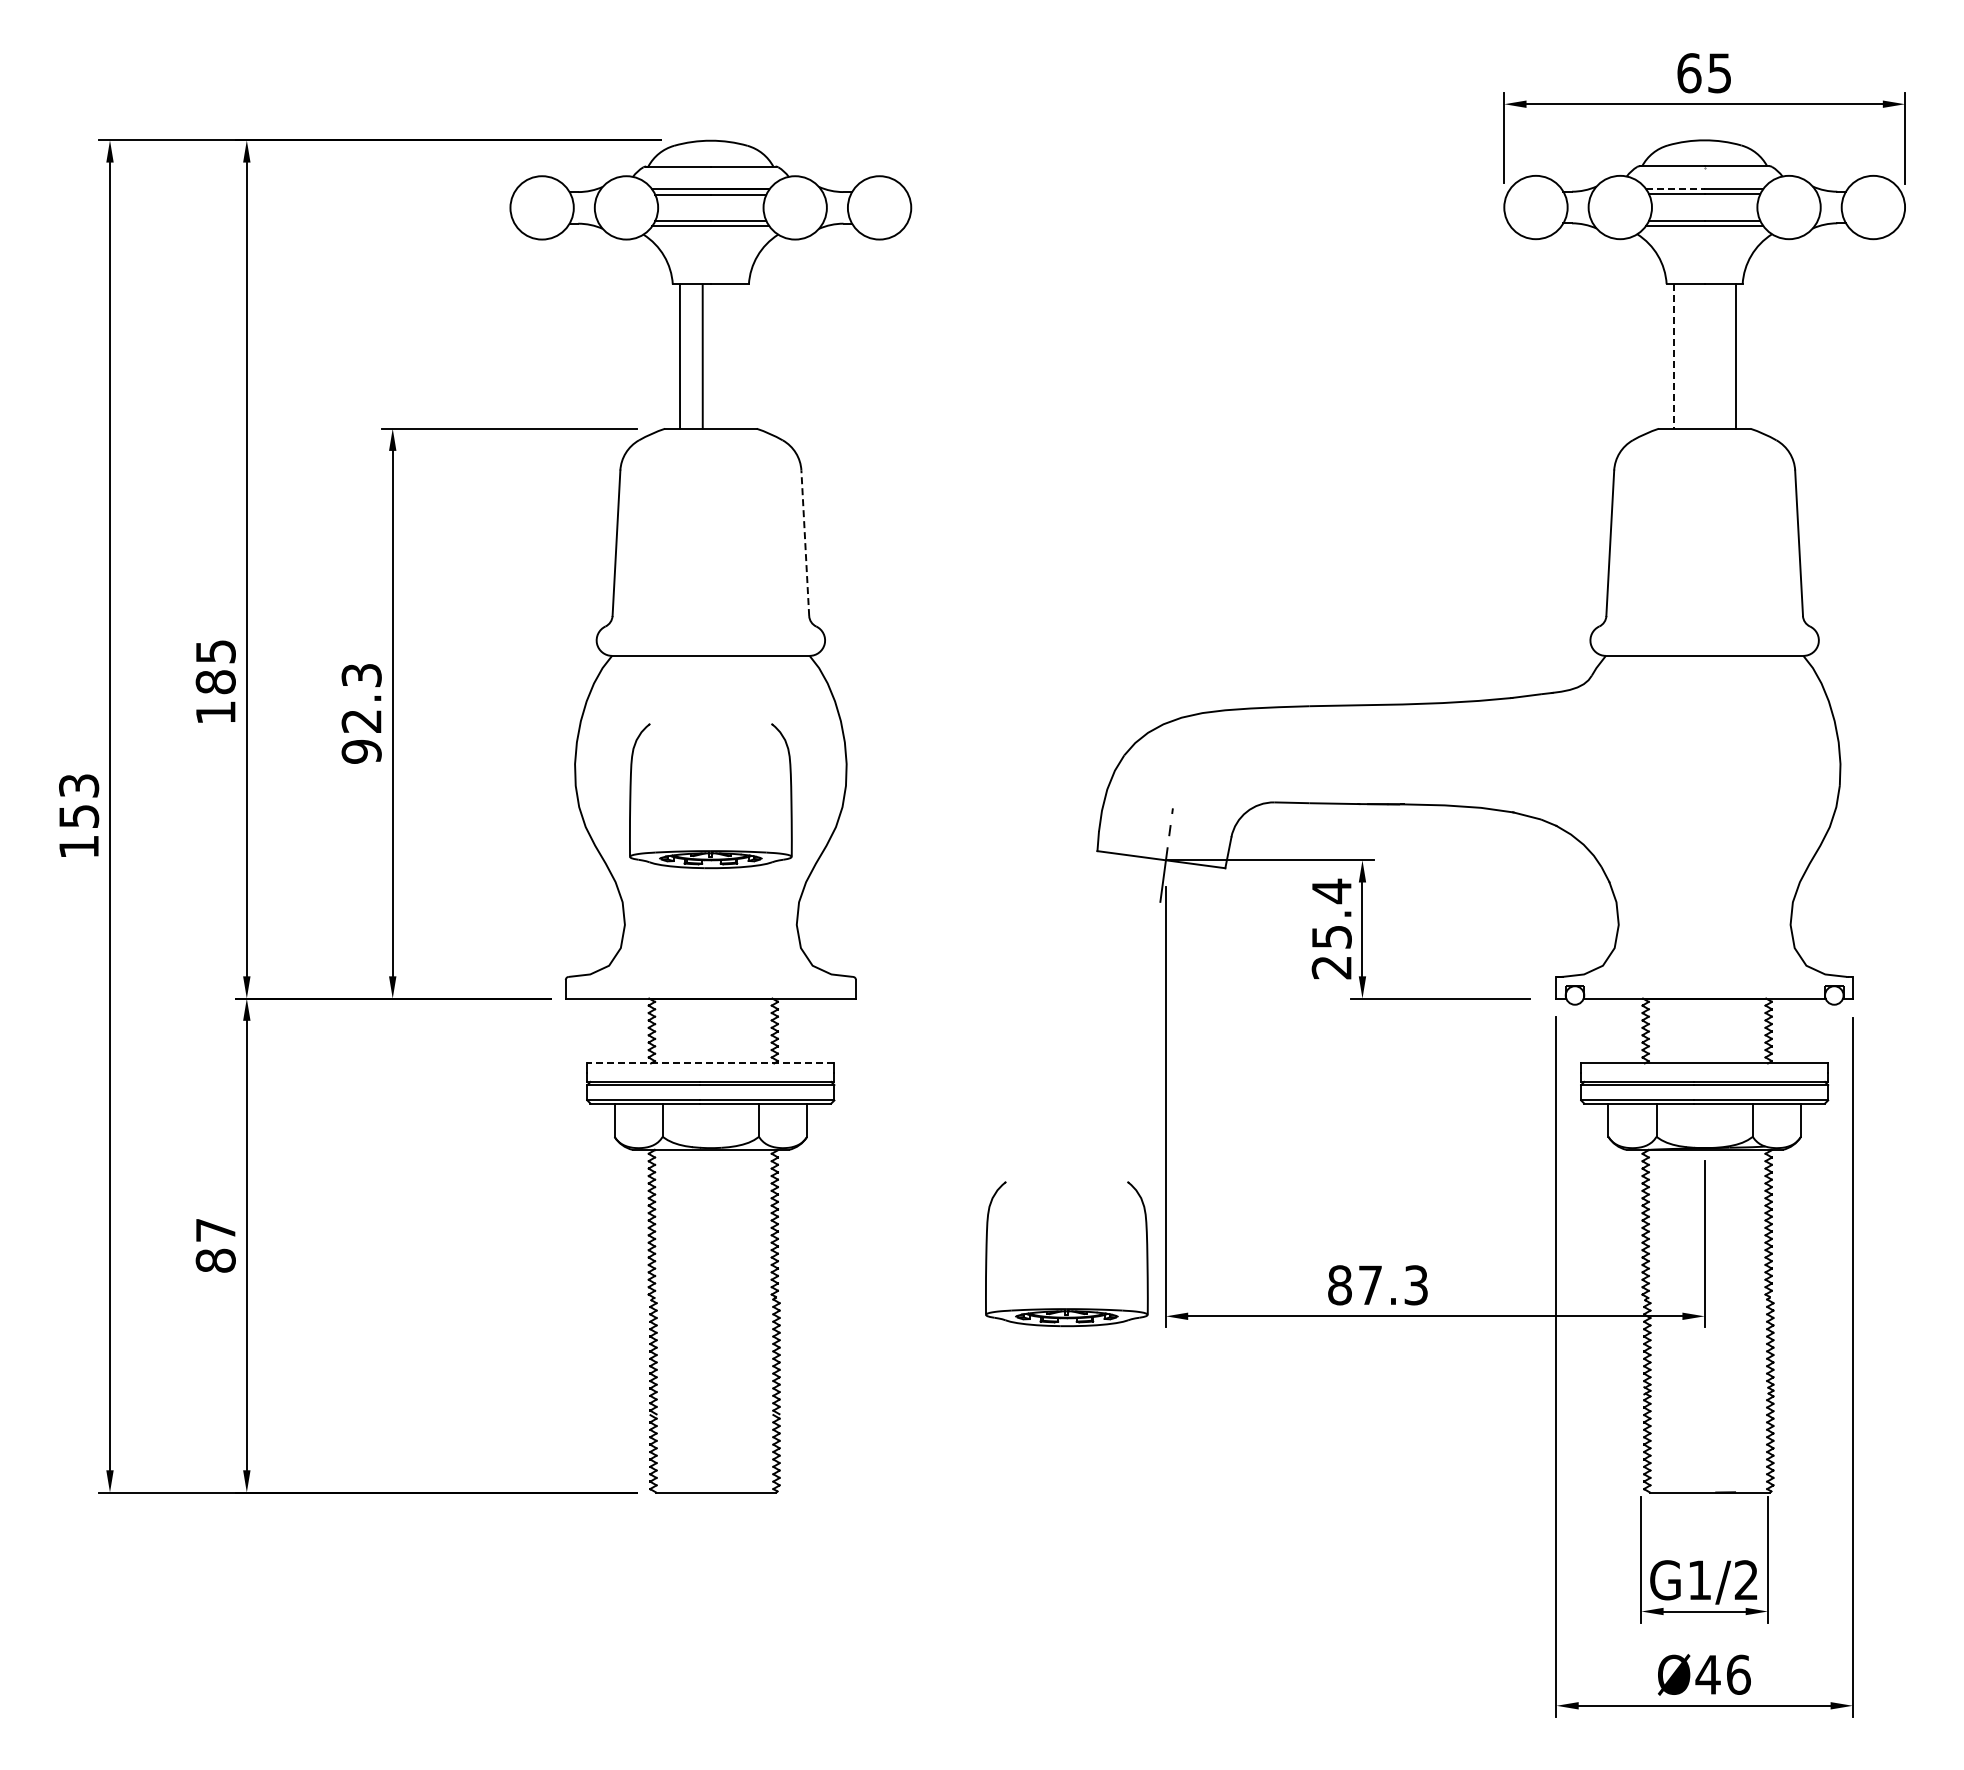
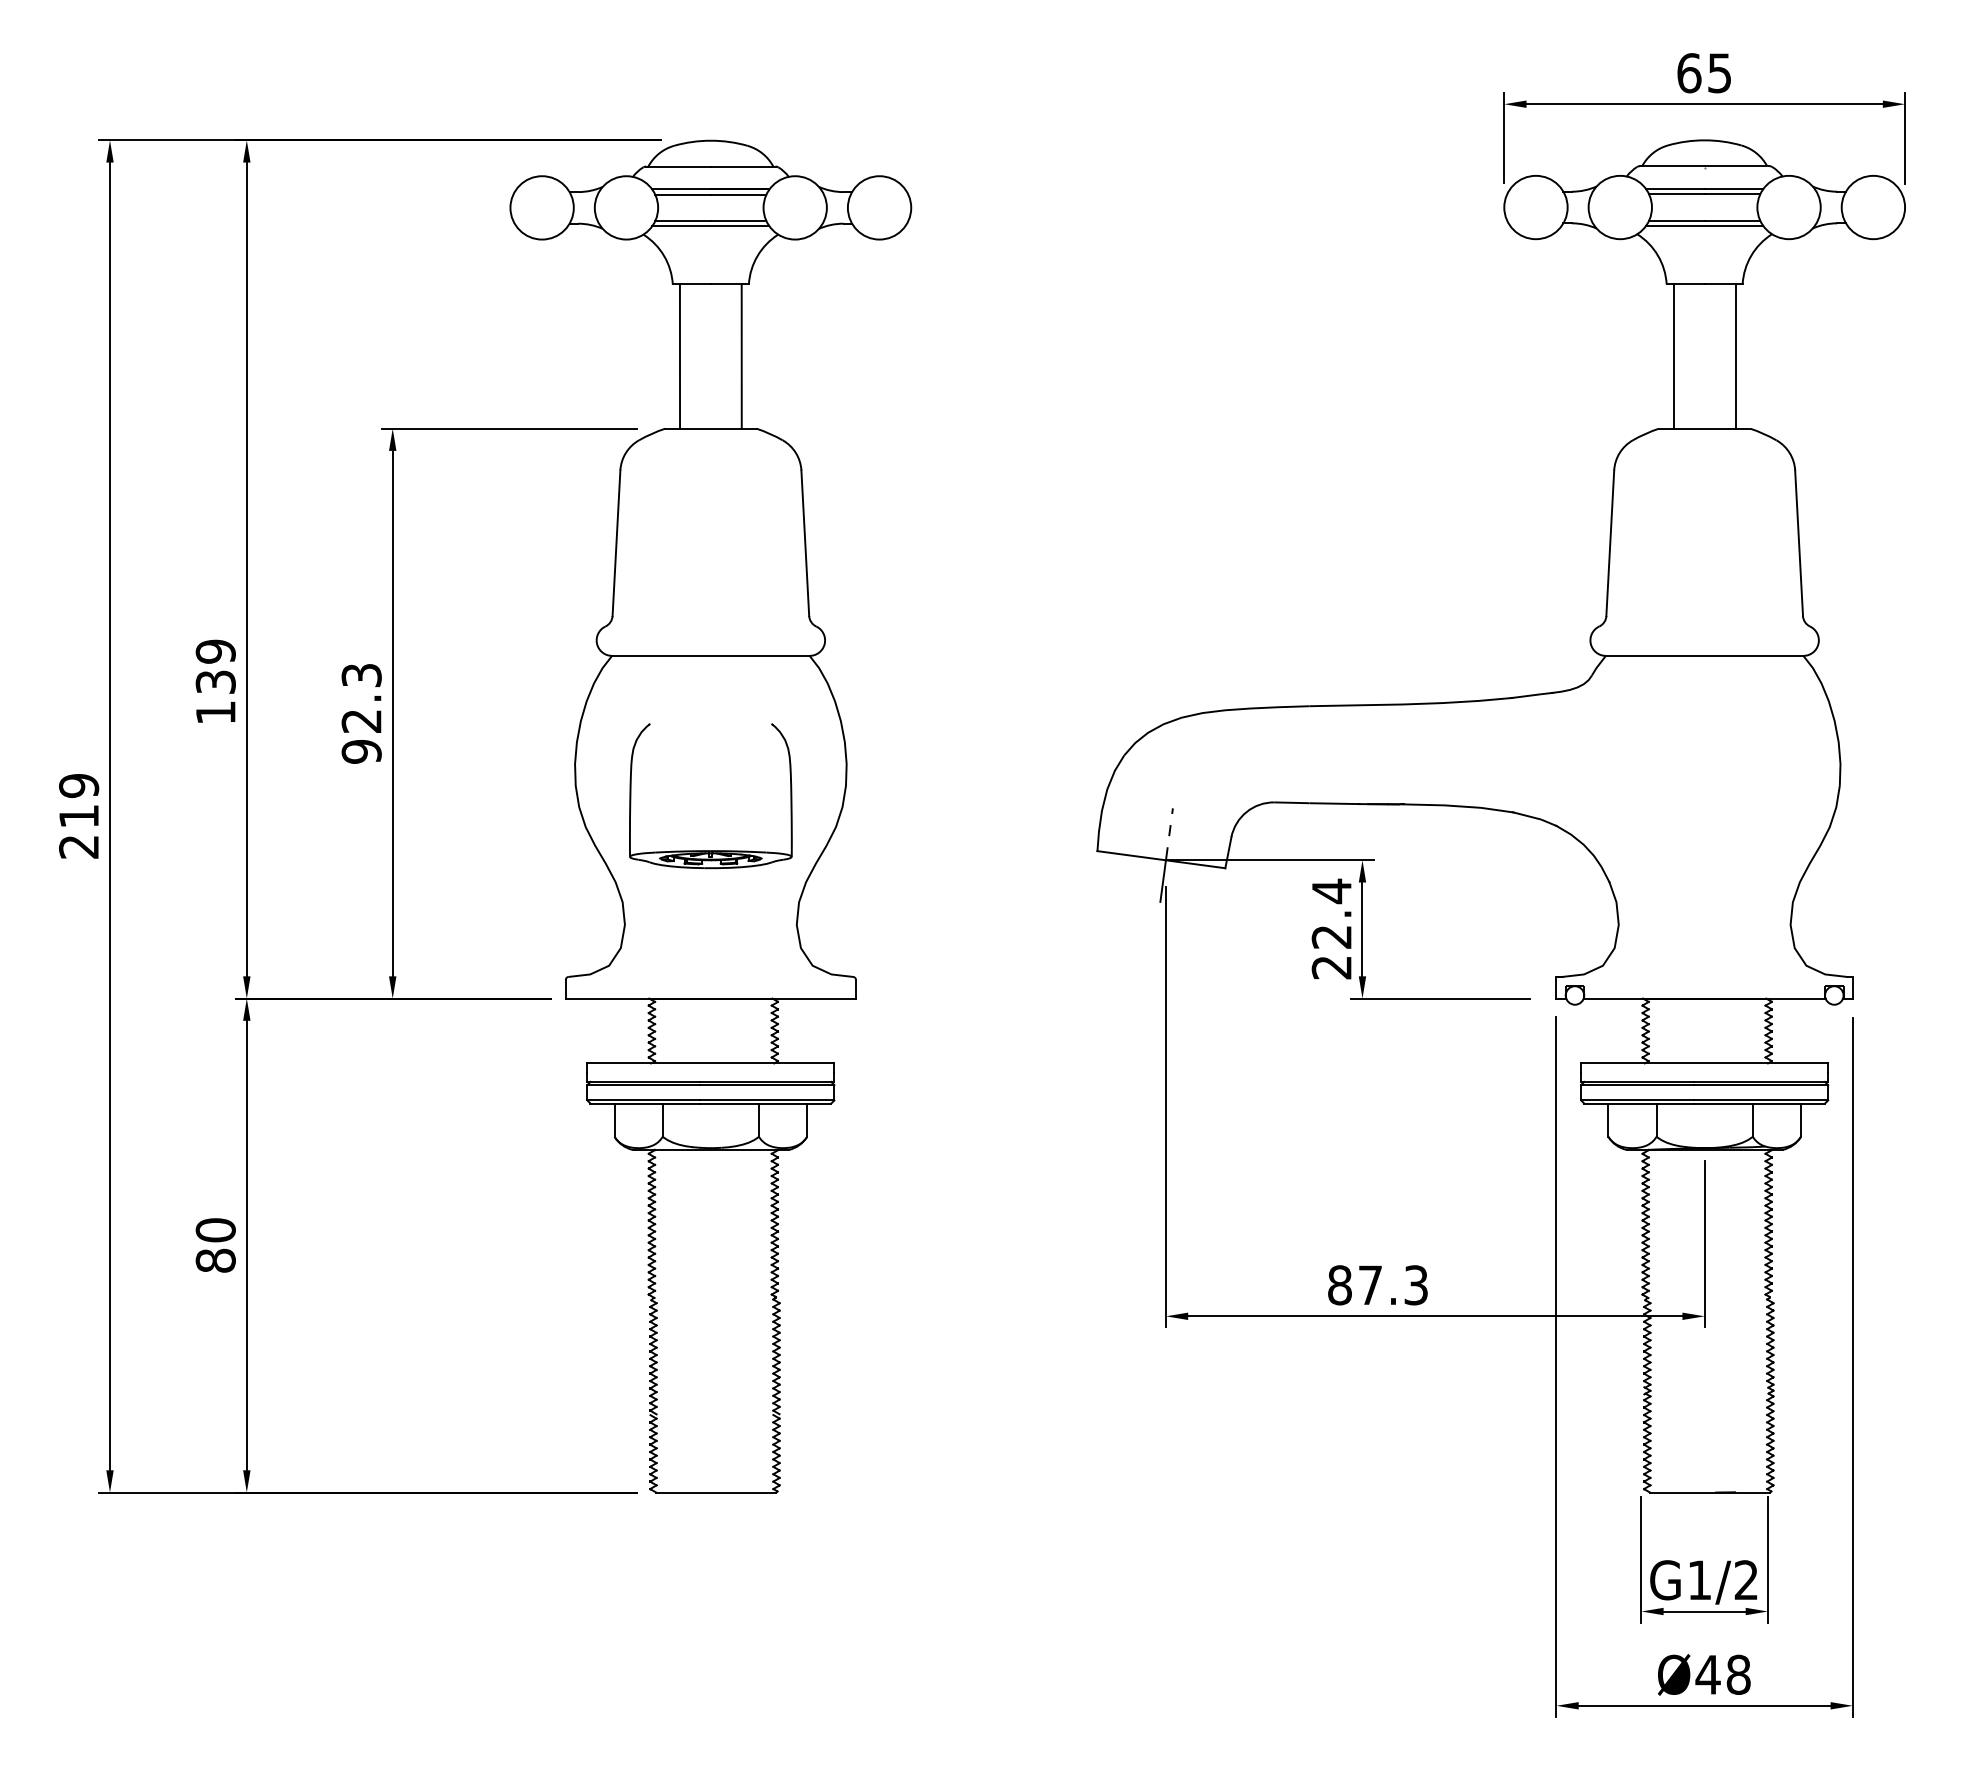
line at (1675, 189): dashed -> solid
line at (702, 356) position: (702, 356) -> (741, 356)
line at (1673, 356): dashed -> solid
line at (805, 543): dashed -> solid
text at (215, 666): 185 -> 139
text at (79, 816): 153 -> 219
text at (1331, 937): 25.4 -> 22.4
line at (710, 1063): dashed -> solid
text at (215, 1230): 87 -> 80
part at (1066, 1308): present -> none
text at (1738, 1674): Ø46 -> Ø48
